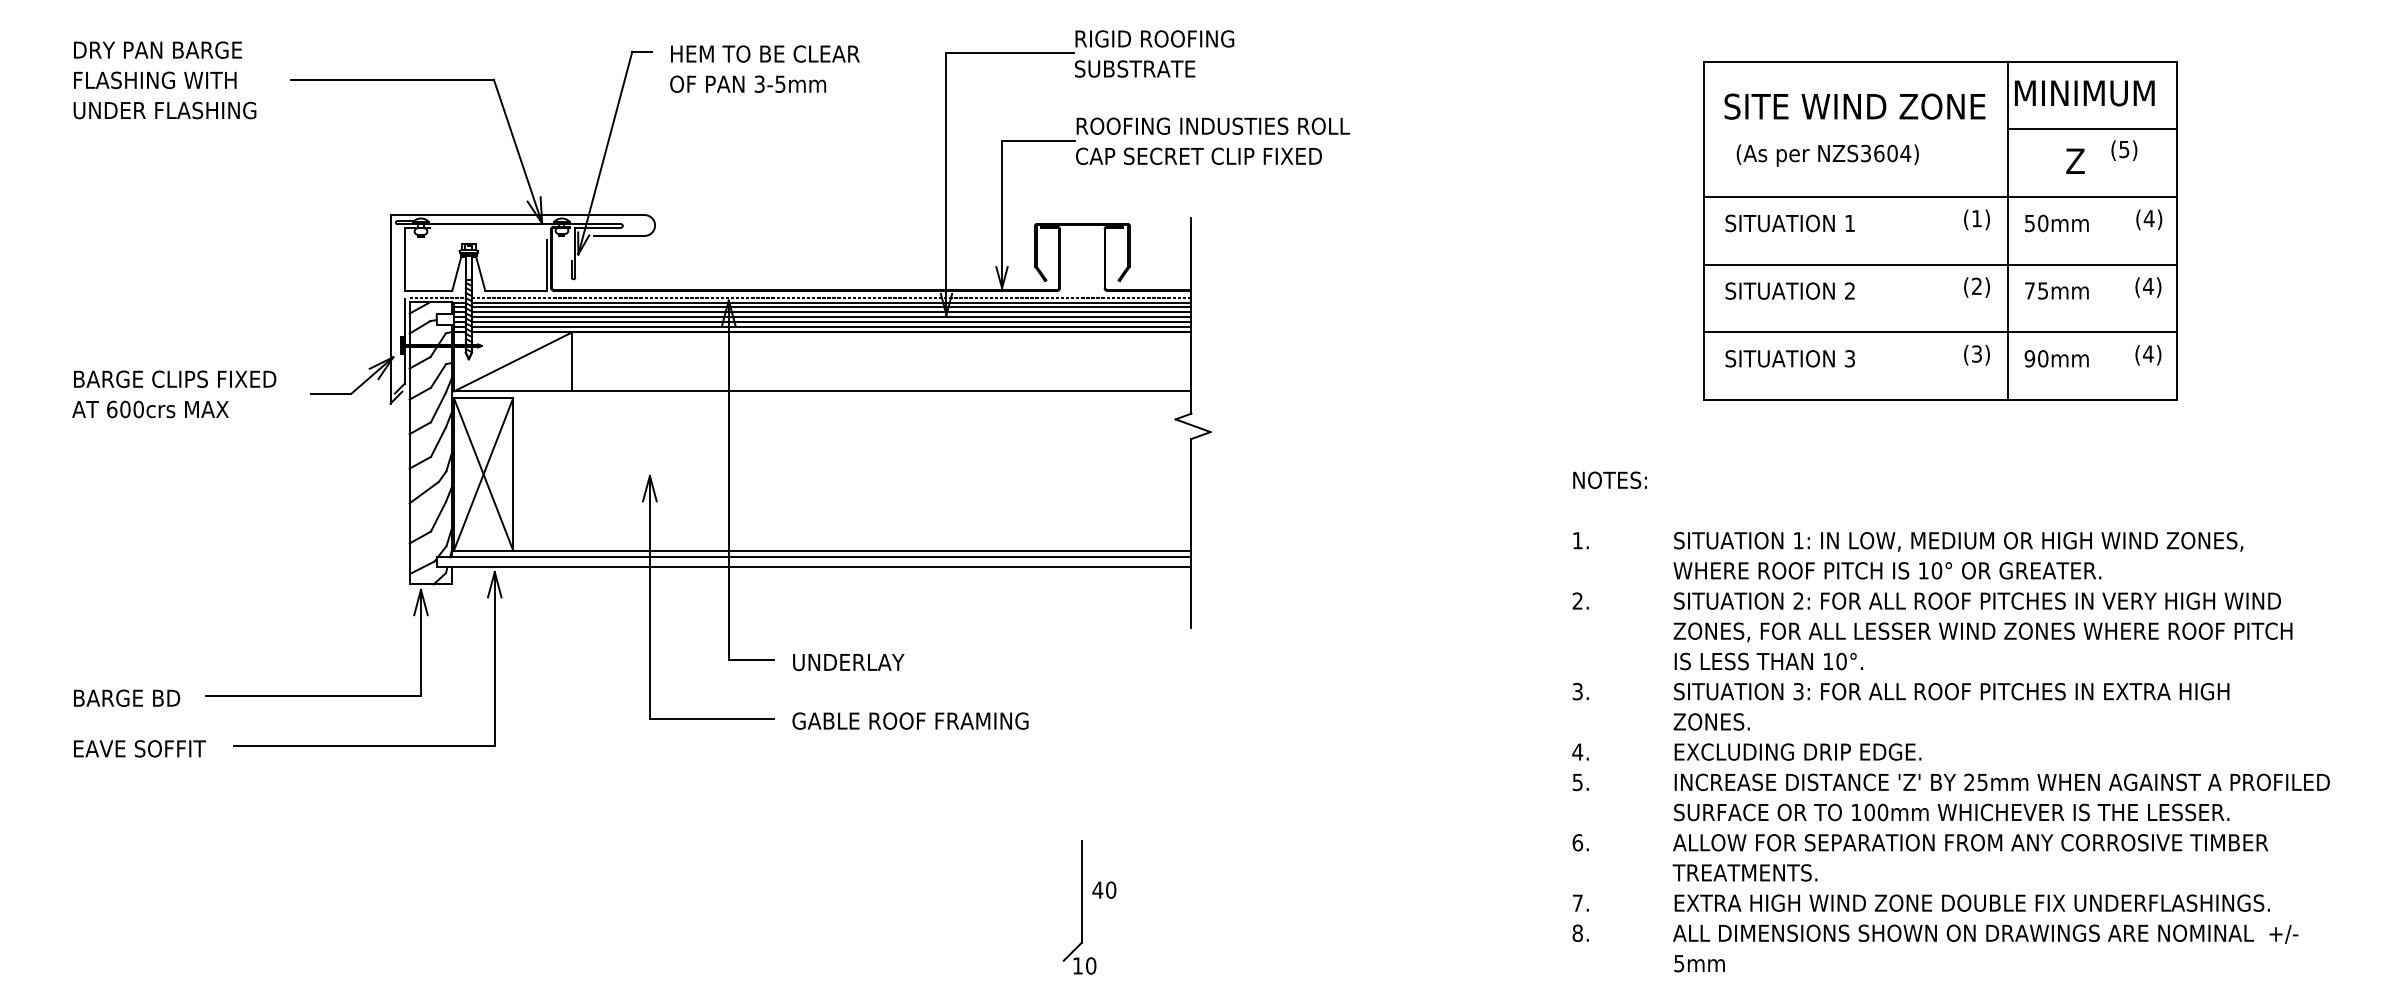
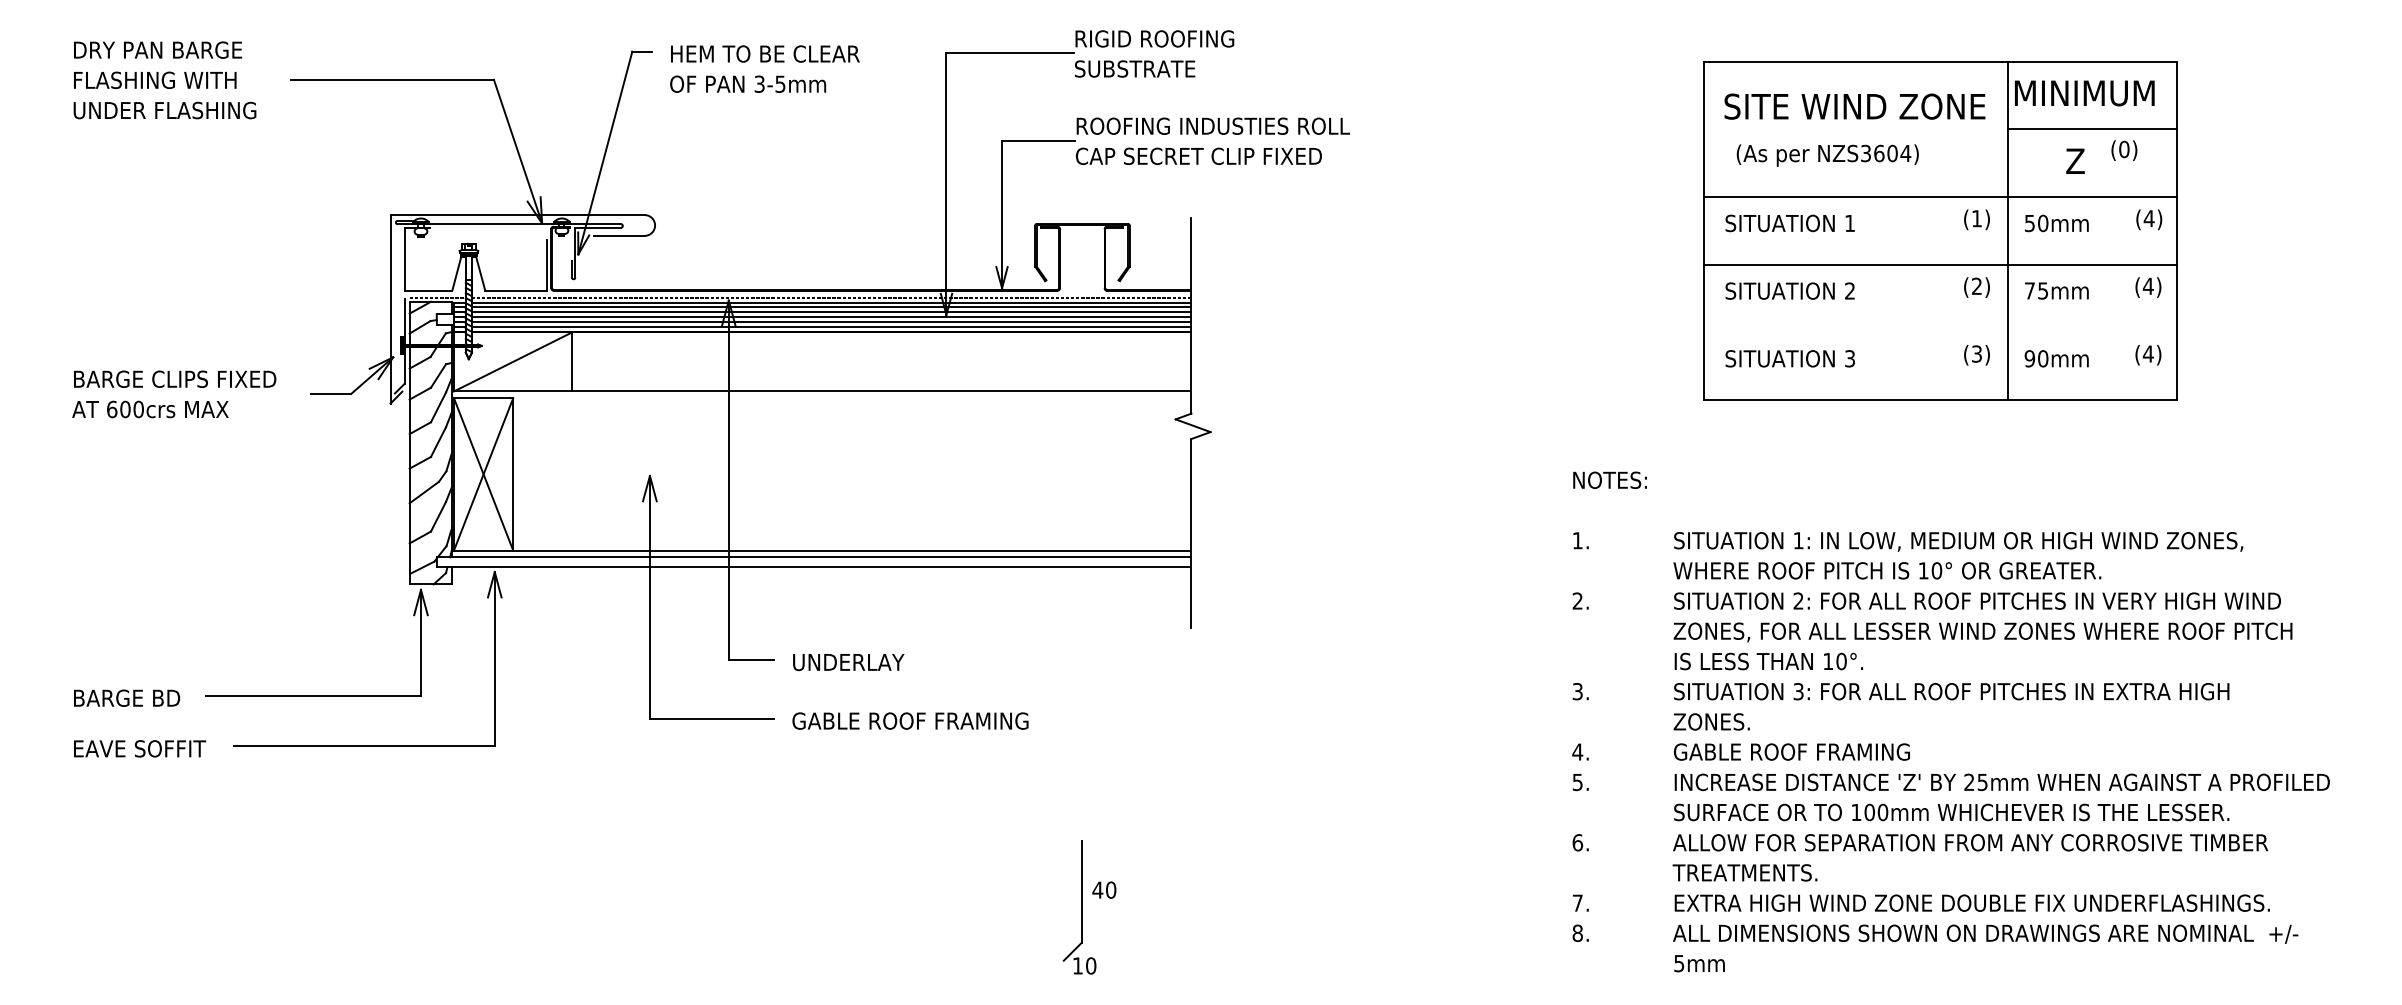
text at (2124, 149): (5) -> (0)
line at (1940, 332): present -> none
text at (1797, 751): EXCLUDING DRIP EDGE. -> GABLE ROOF FRAMING
